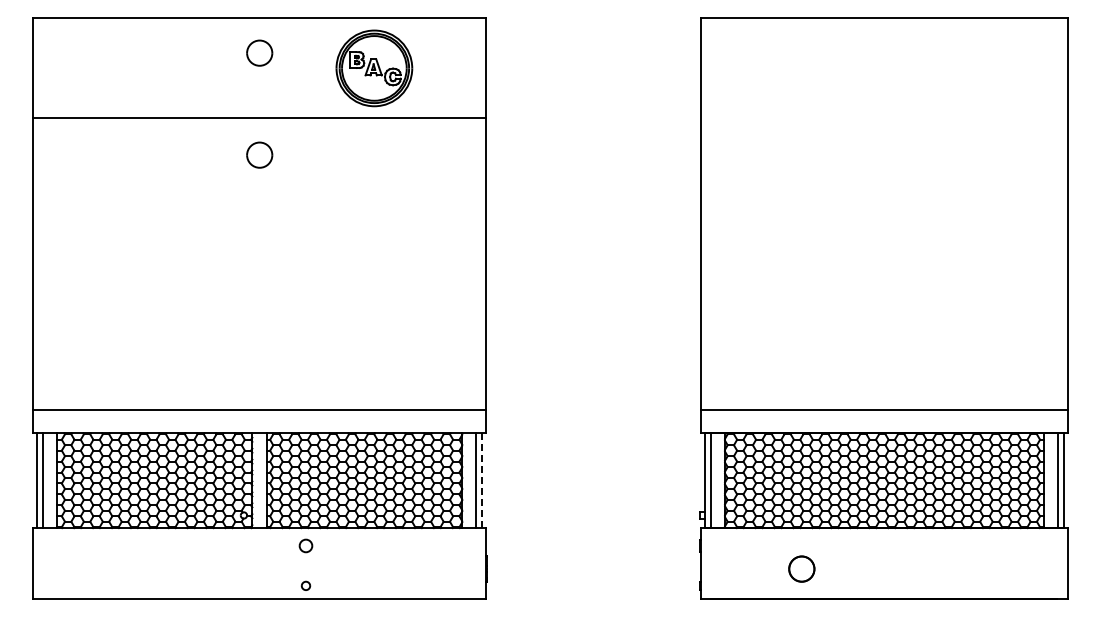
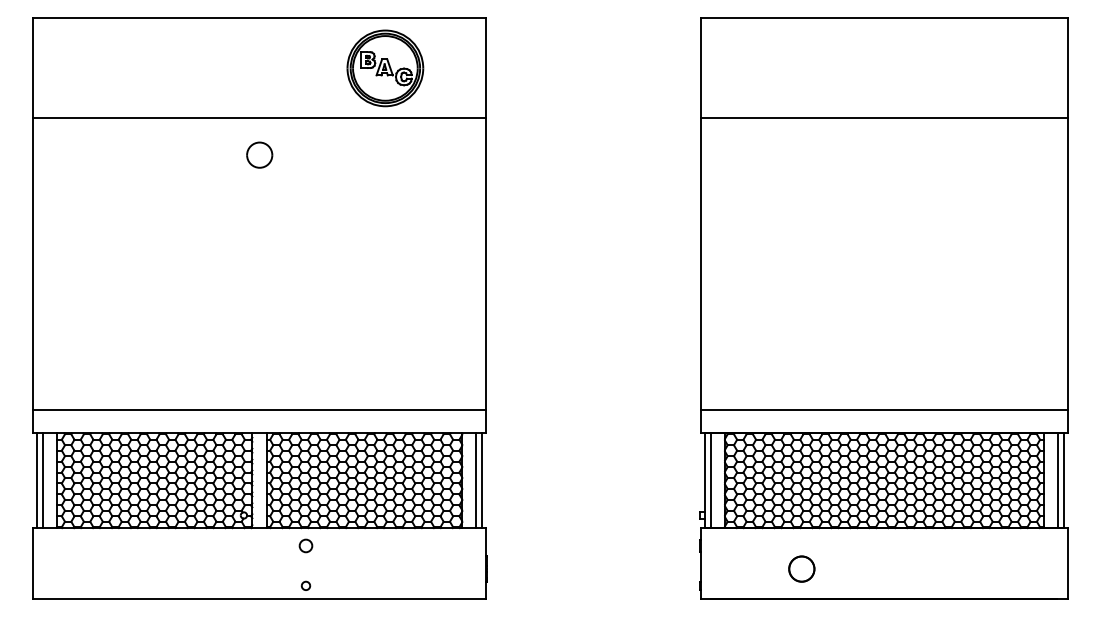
part at (259, 52): present -> none
part at (374, 68) position: (374, 68) -> (385, 68)
line at (883, 118): none -> present
line at (482, 481): dashed -> solid
